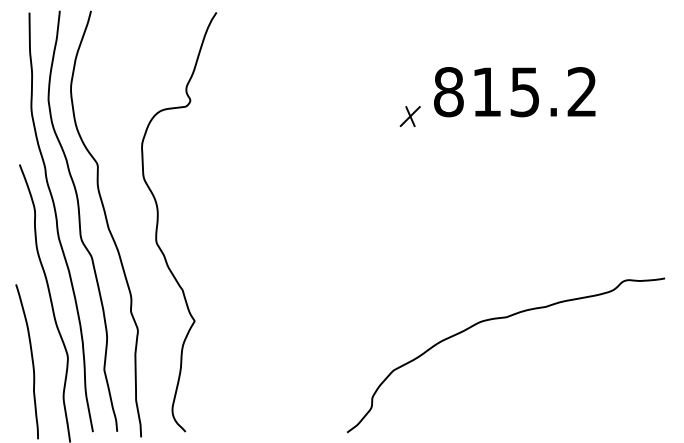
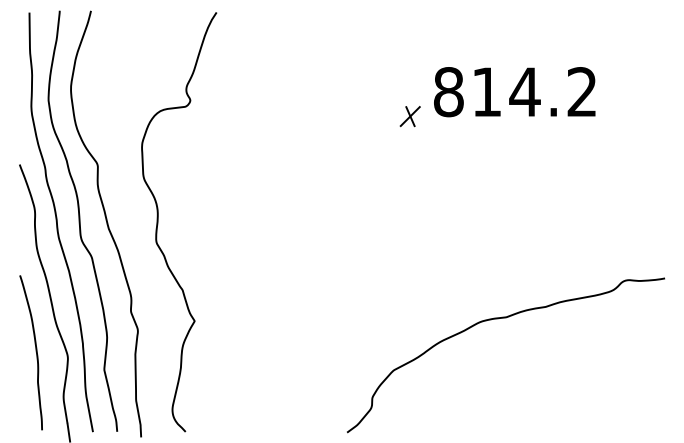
text at (524, 92): 815.2 -> 814.2
curve at (31, 360) position: (31, 360) -> (35, 351)
